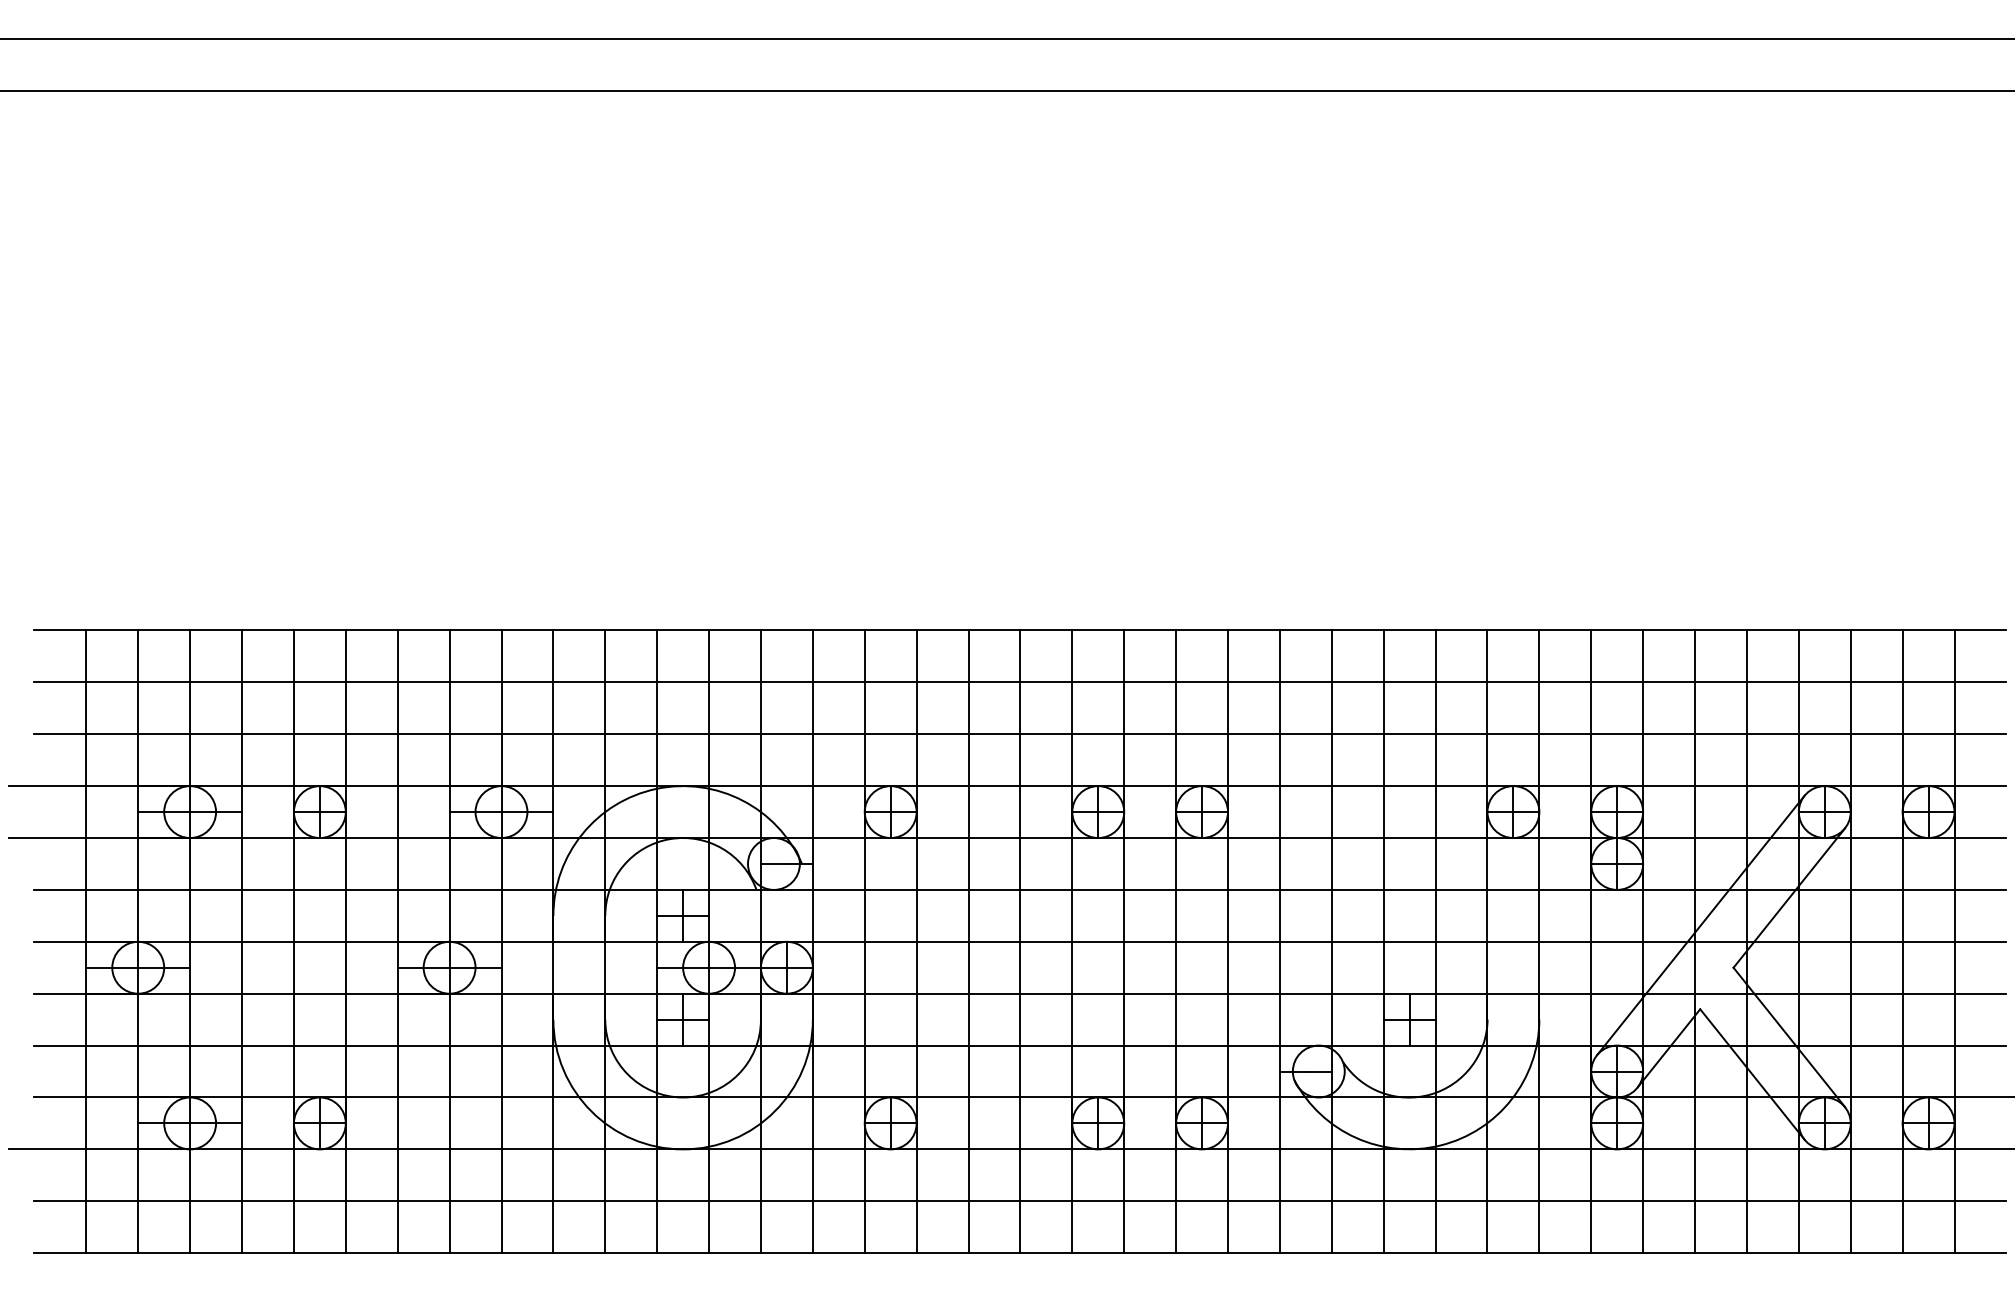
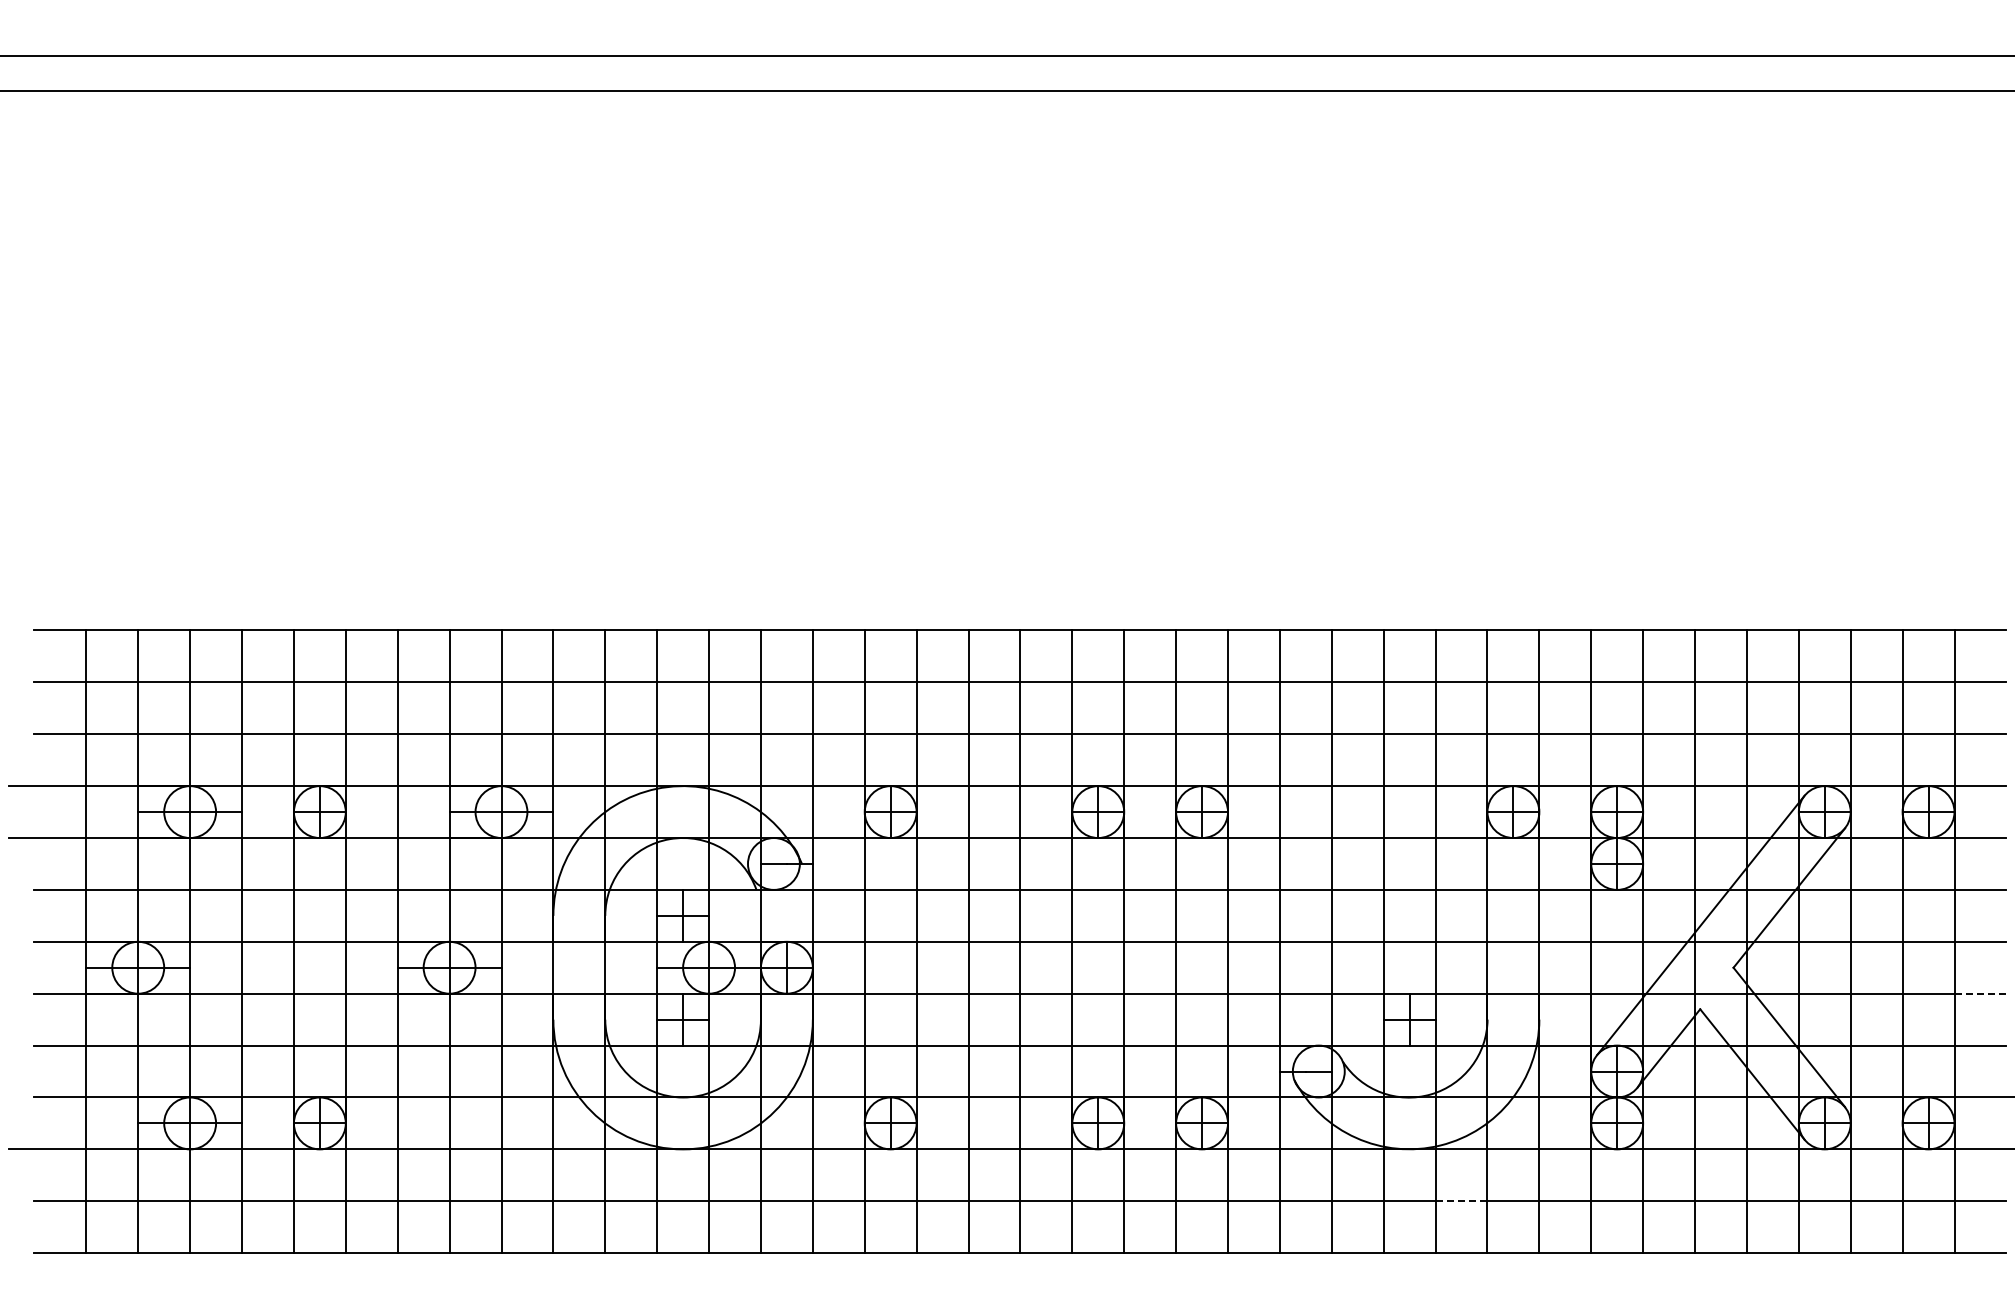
line at (1006, 38) position: (1006, 38) -> (1006, 55)
line at (1980, 993): solid -> dashed
line at (1461, 1201): solid -> dashed
